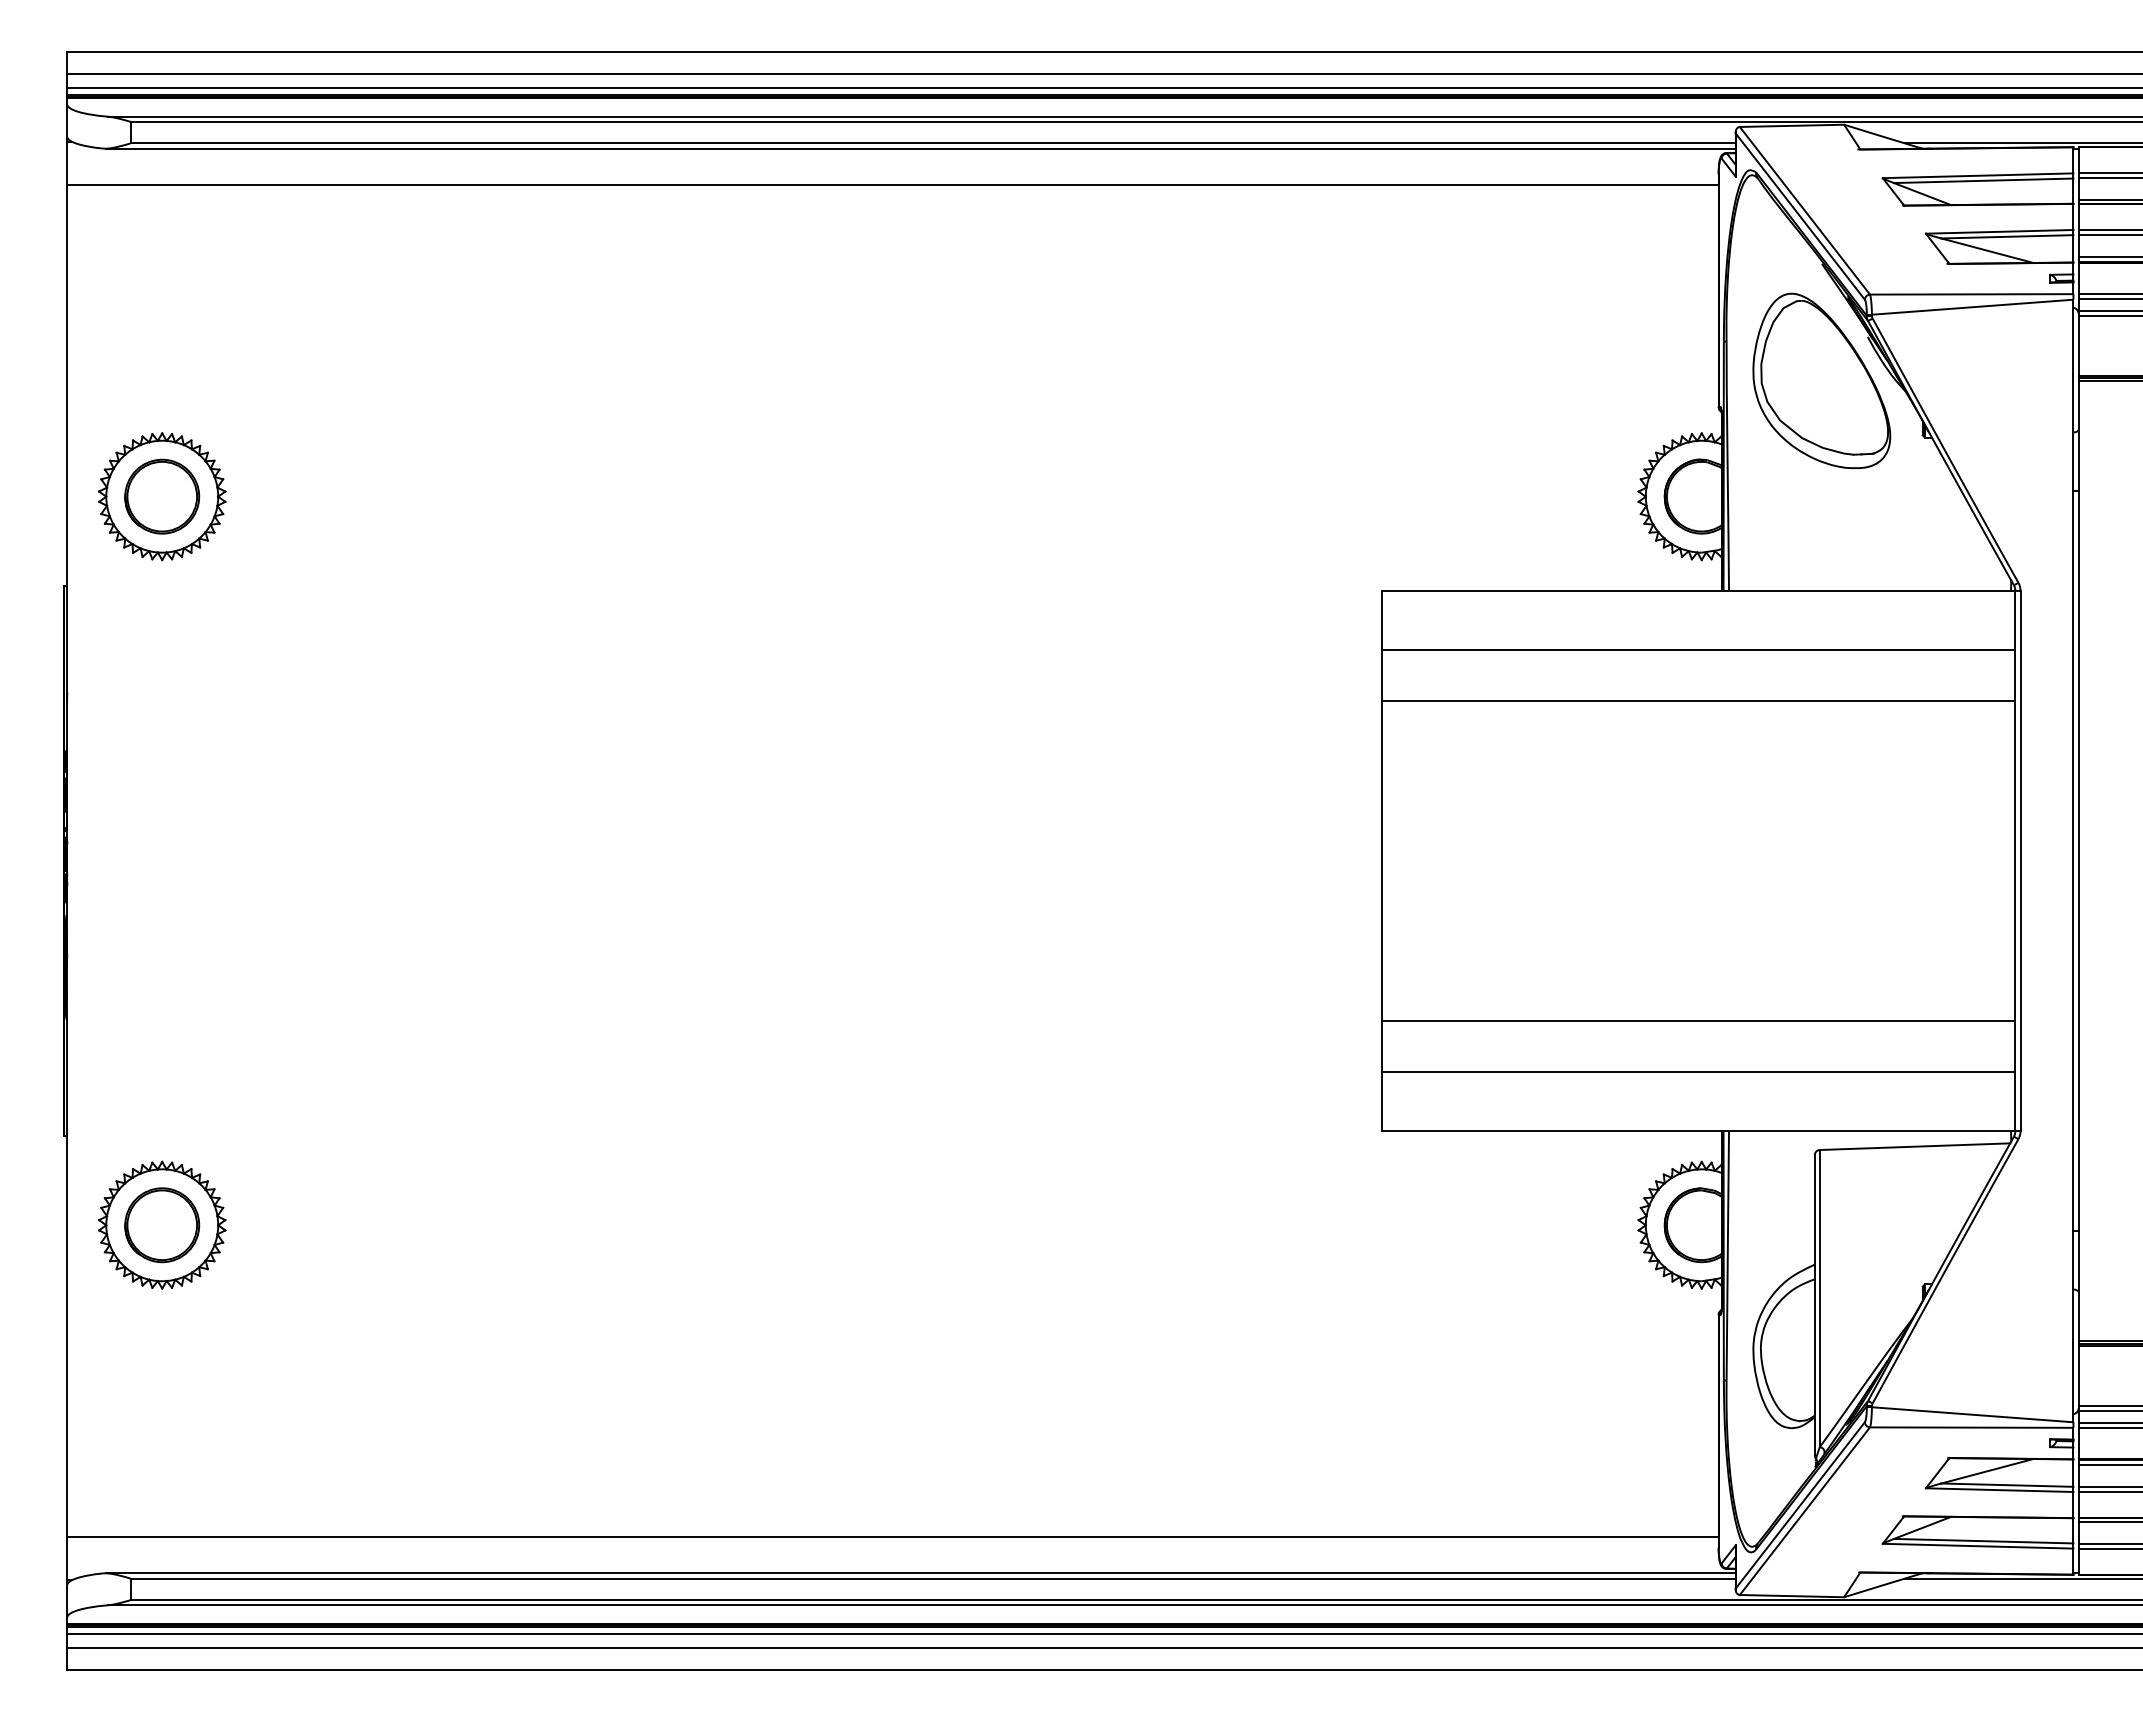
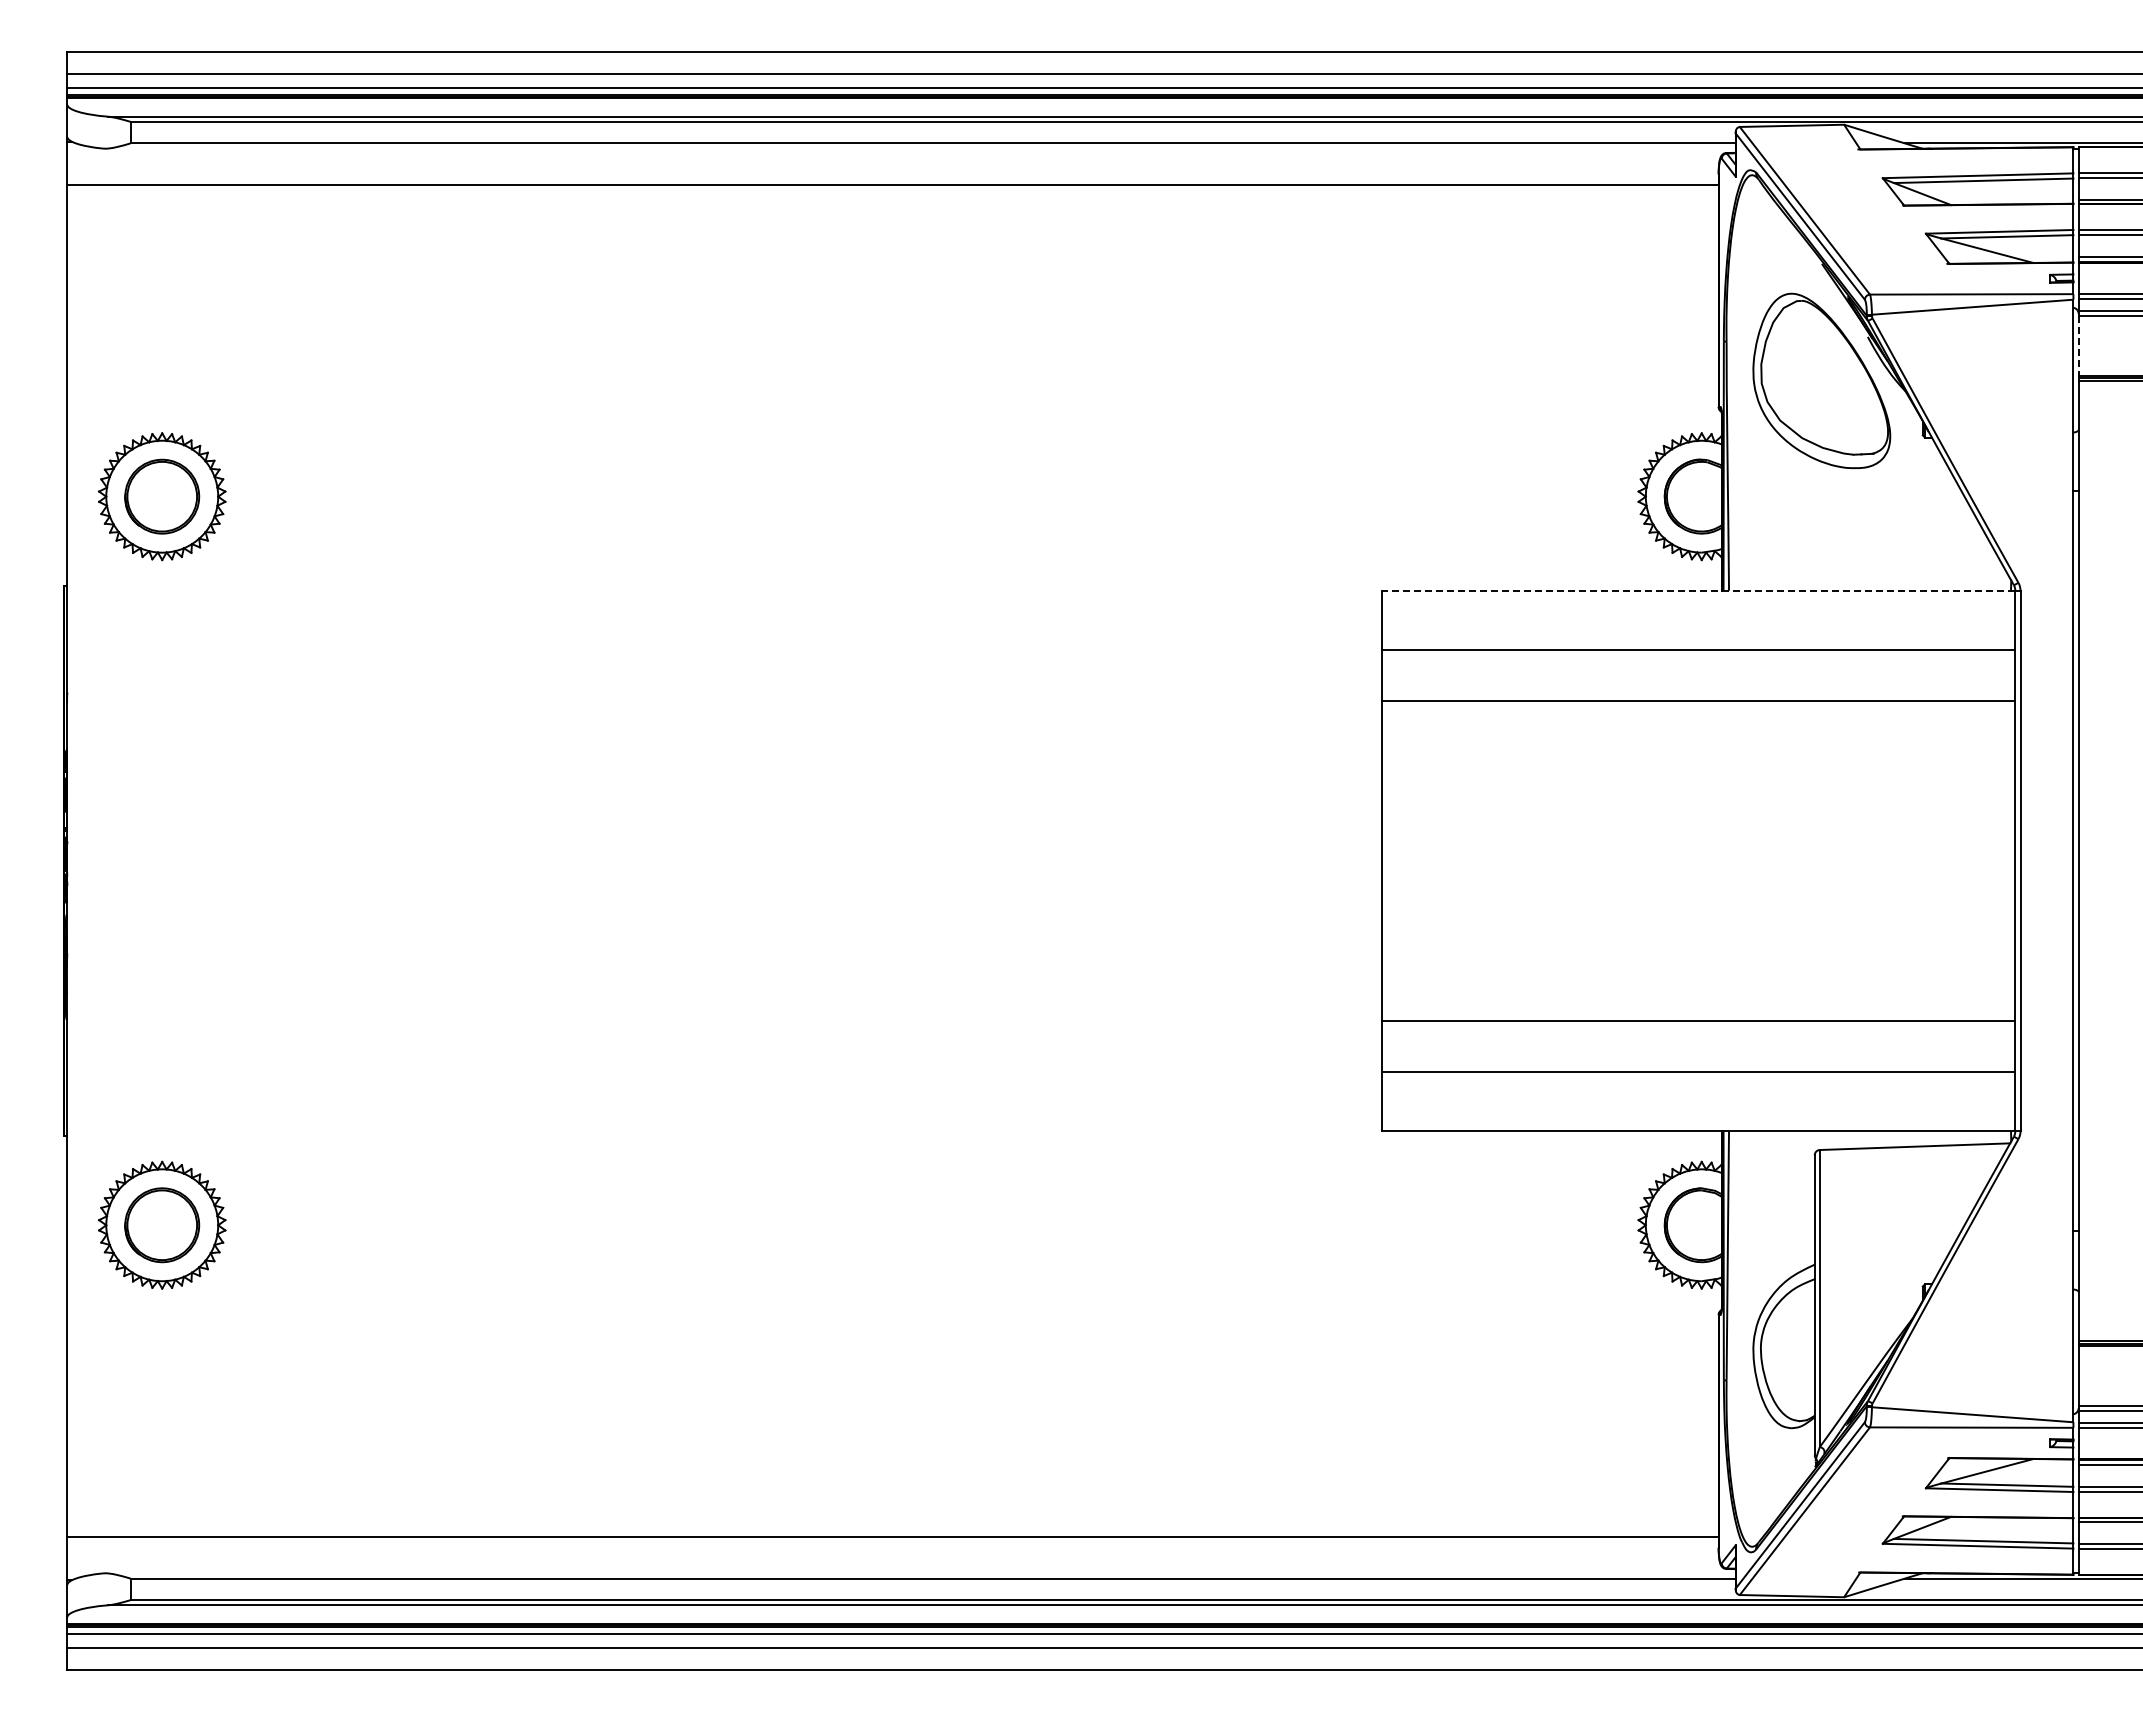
line at (920, 148): present -> none
line at (2078, 345): solid -> dashed
line at (1698, 590): solid -> dashed
line at (920, 1573): present -> none
